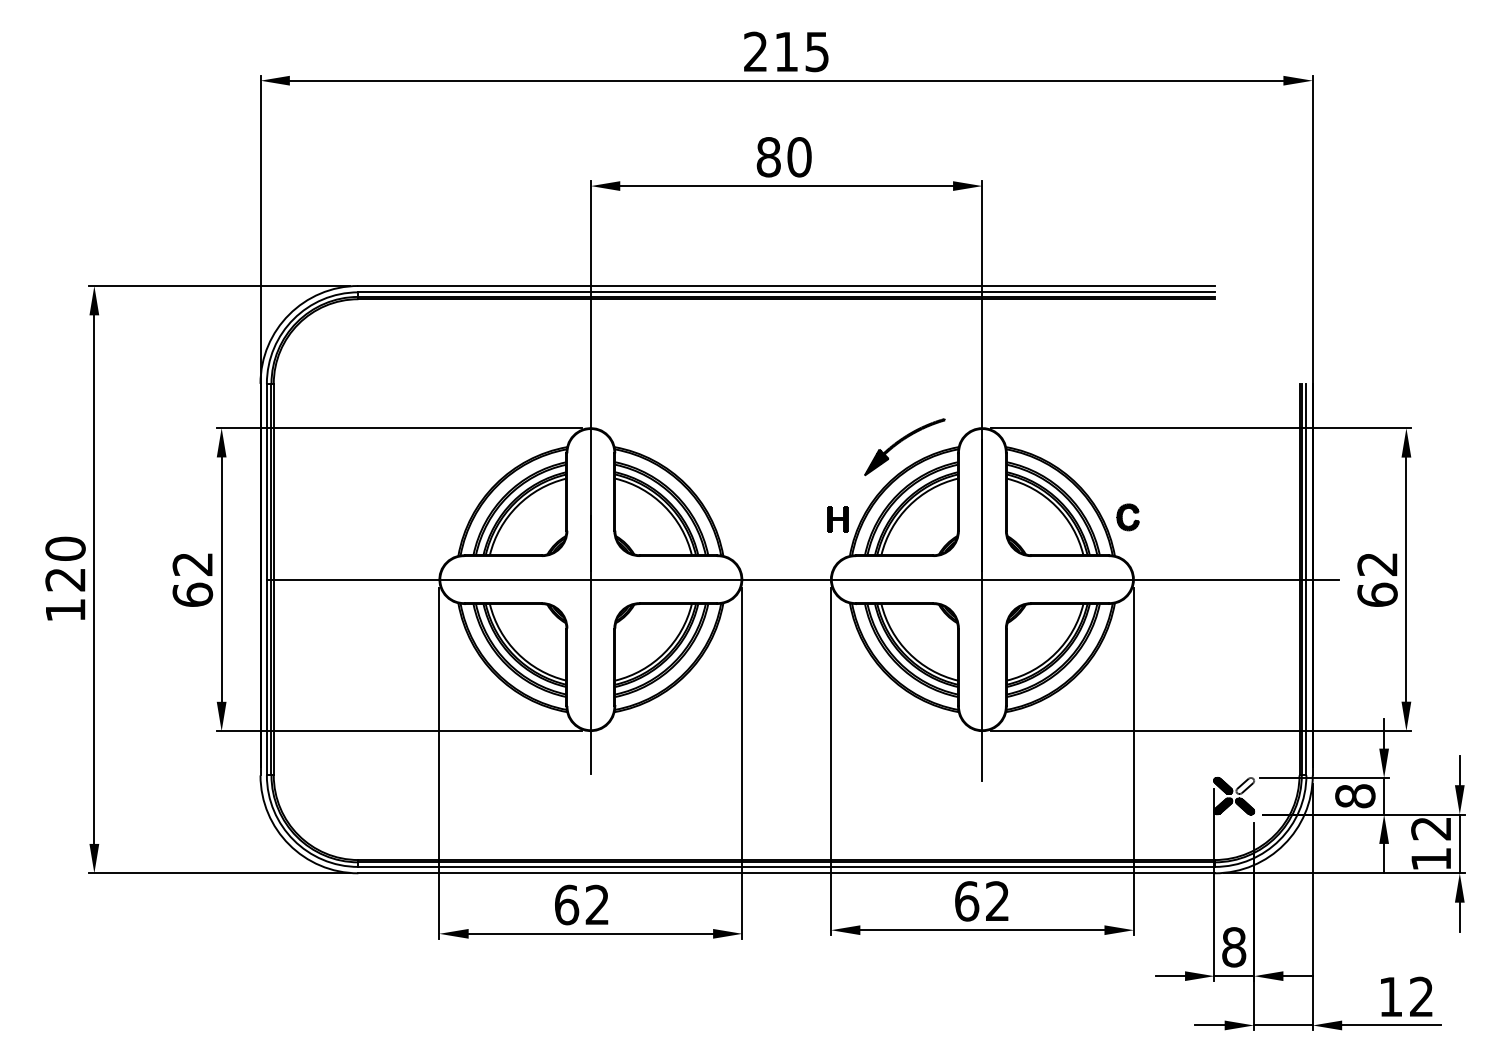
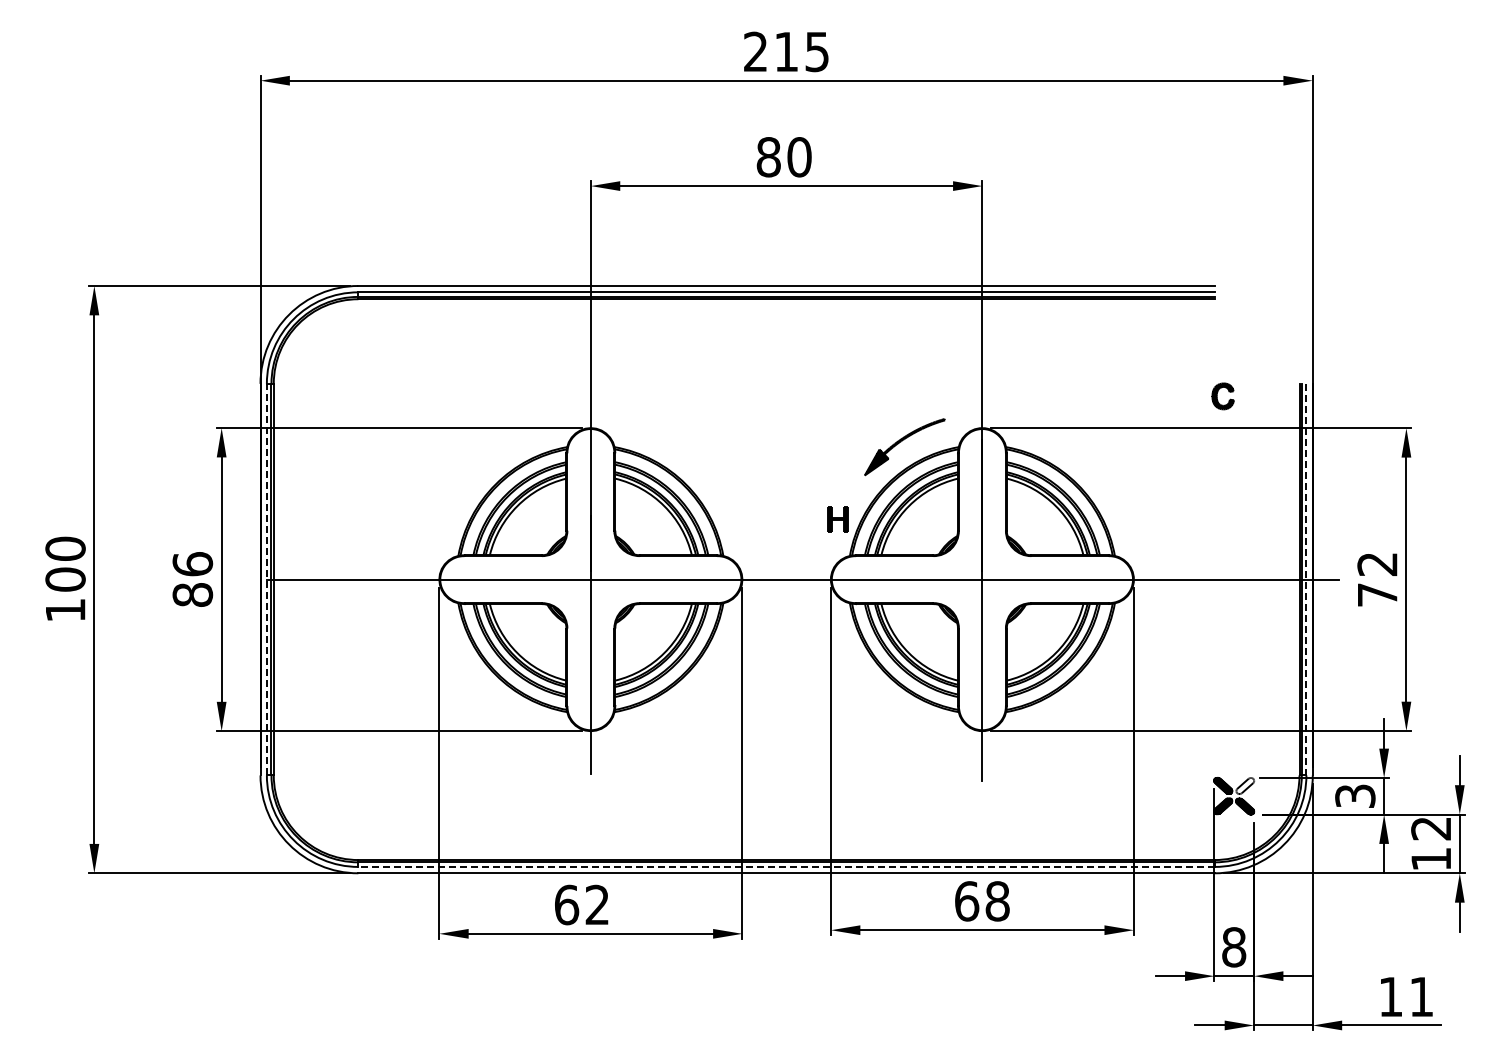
part at (1127, 517) position: (1127, 517) -> (1222, 396)
text at (65, 579): 120 -> 100
text at (192, 579): 62 -> 86
line at (266, 579): solid -> dashed
line at (1306, 579): solid -> dashed
text at (1377, 594): 62 -> 72
text at (1355, 796): 8 -> 3
line at (786, 866): solid -> dashed
text at (997, 901): 62 -> 68
text at (1421, 996): 12 -> 11
